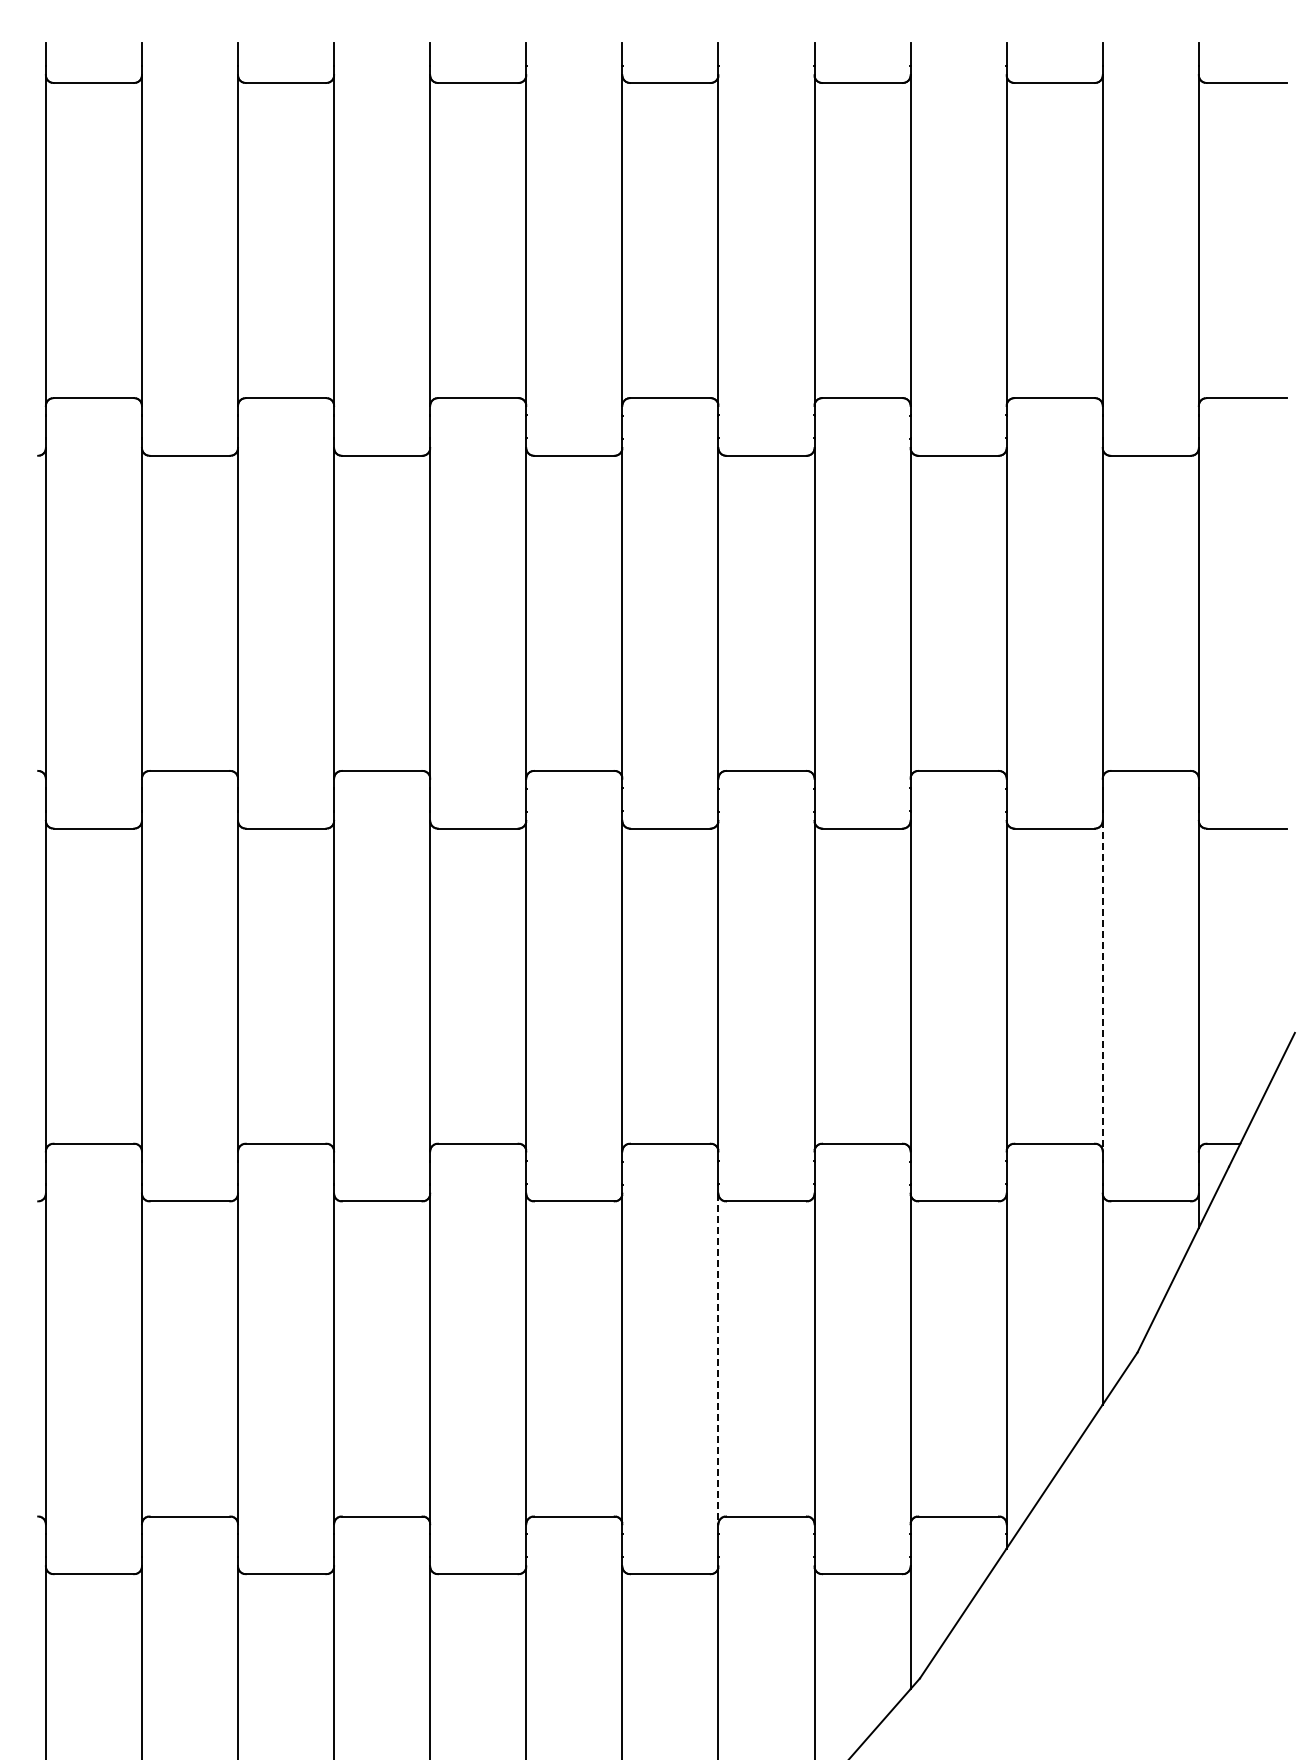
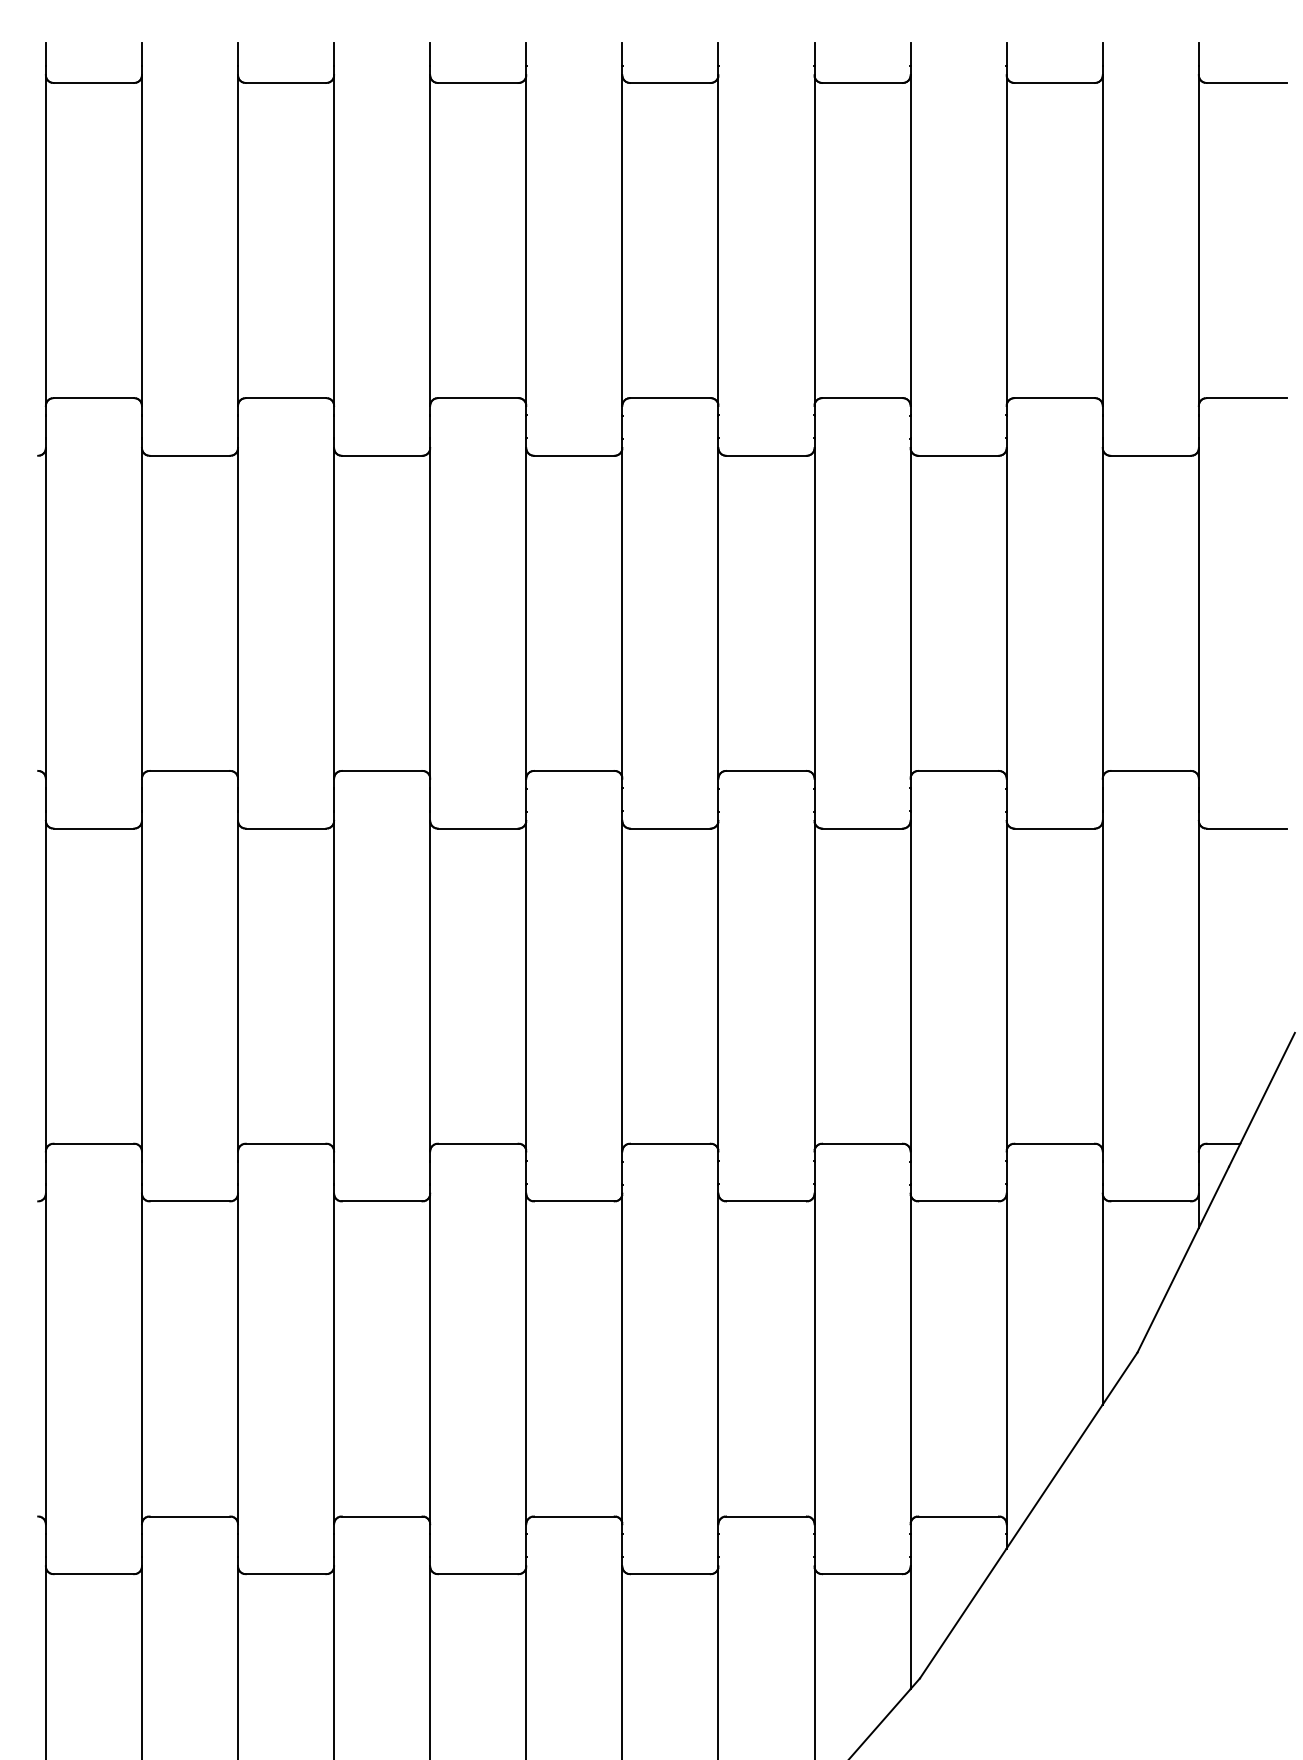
line at (1102, 986): dashed -> solid
line at (718, 1359): dashed -> solid
